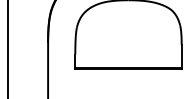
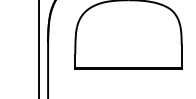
line at (7, 48) position: (7, 48) -> (38, 48)
